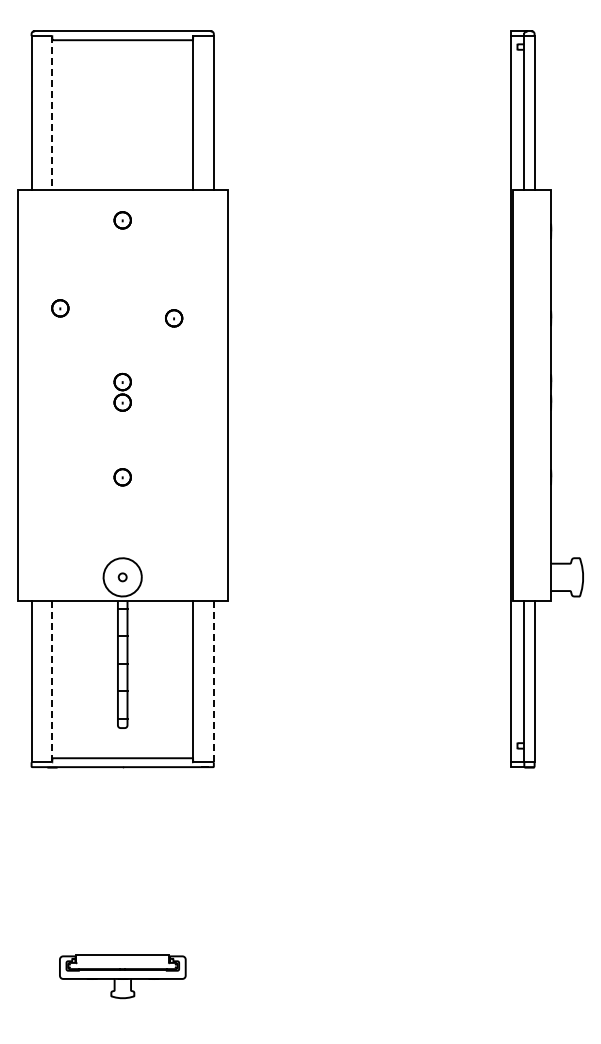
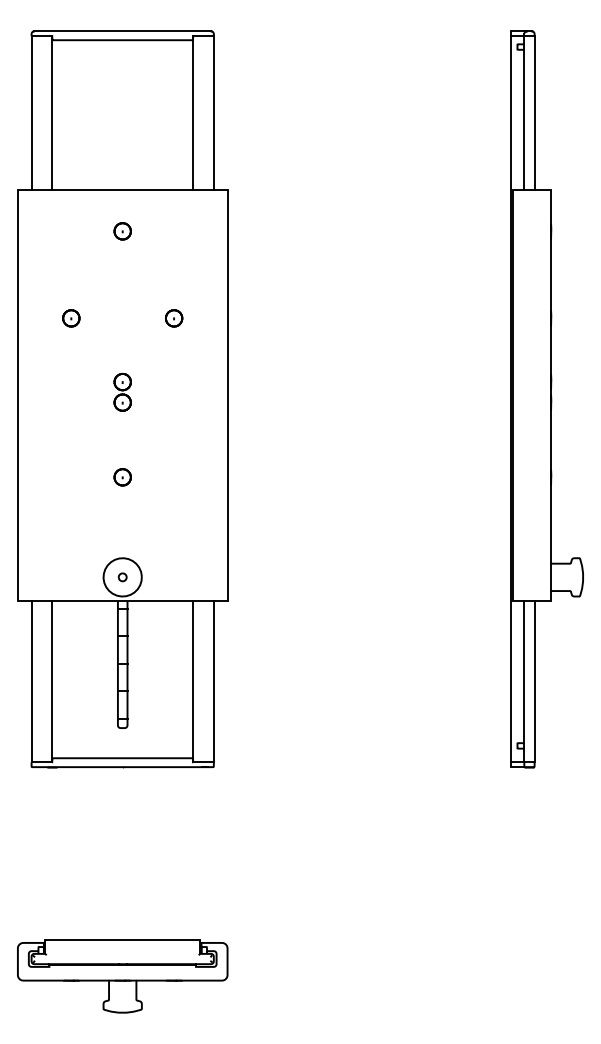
line at (52, 113): dashed -> solid
part at (122, 220) position: (122, 220) -> (122, 231)
part at (60, 308) position: (60, 308) -> (71, 318)
line at (52, 681): dashed -> solid
line at (213, 681): dashed -> solid
part at (122, 976) size: 128x46 px -> 212x75 px
